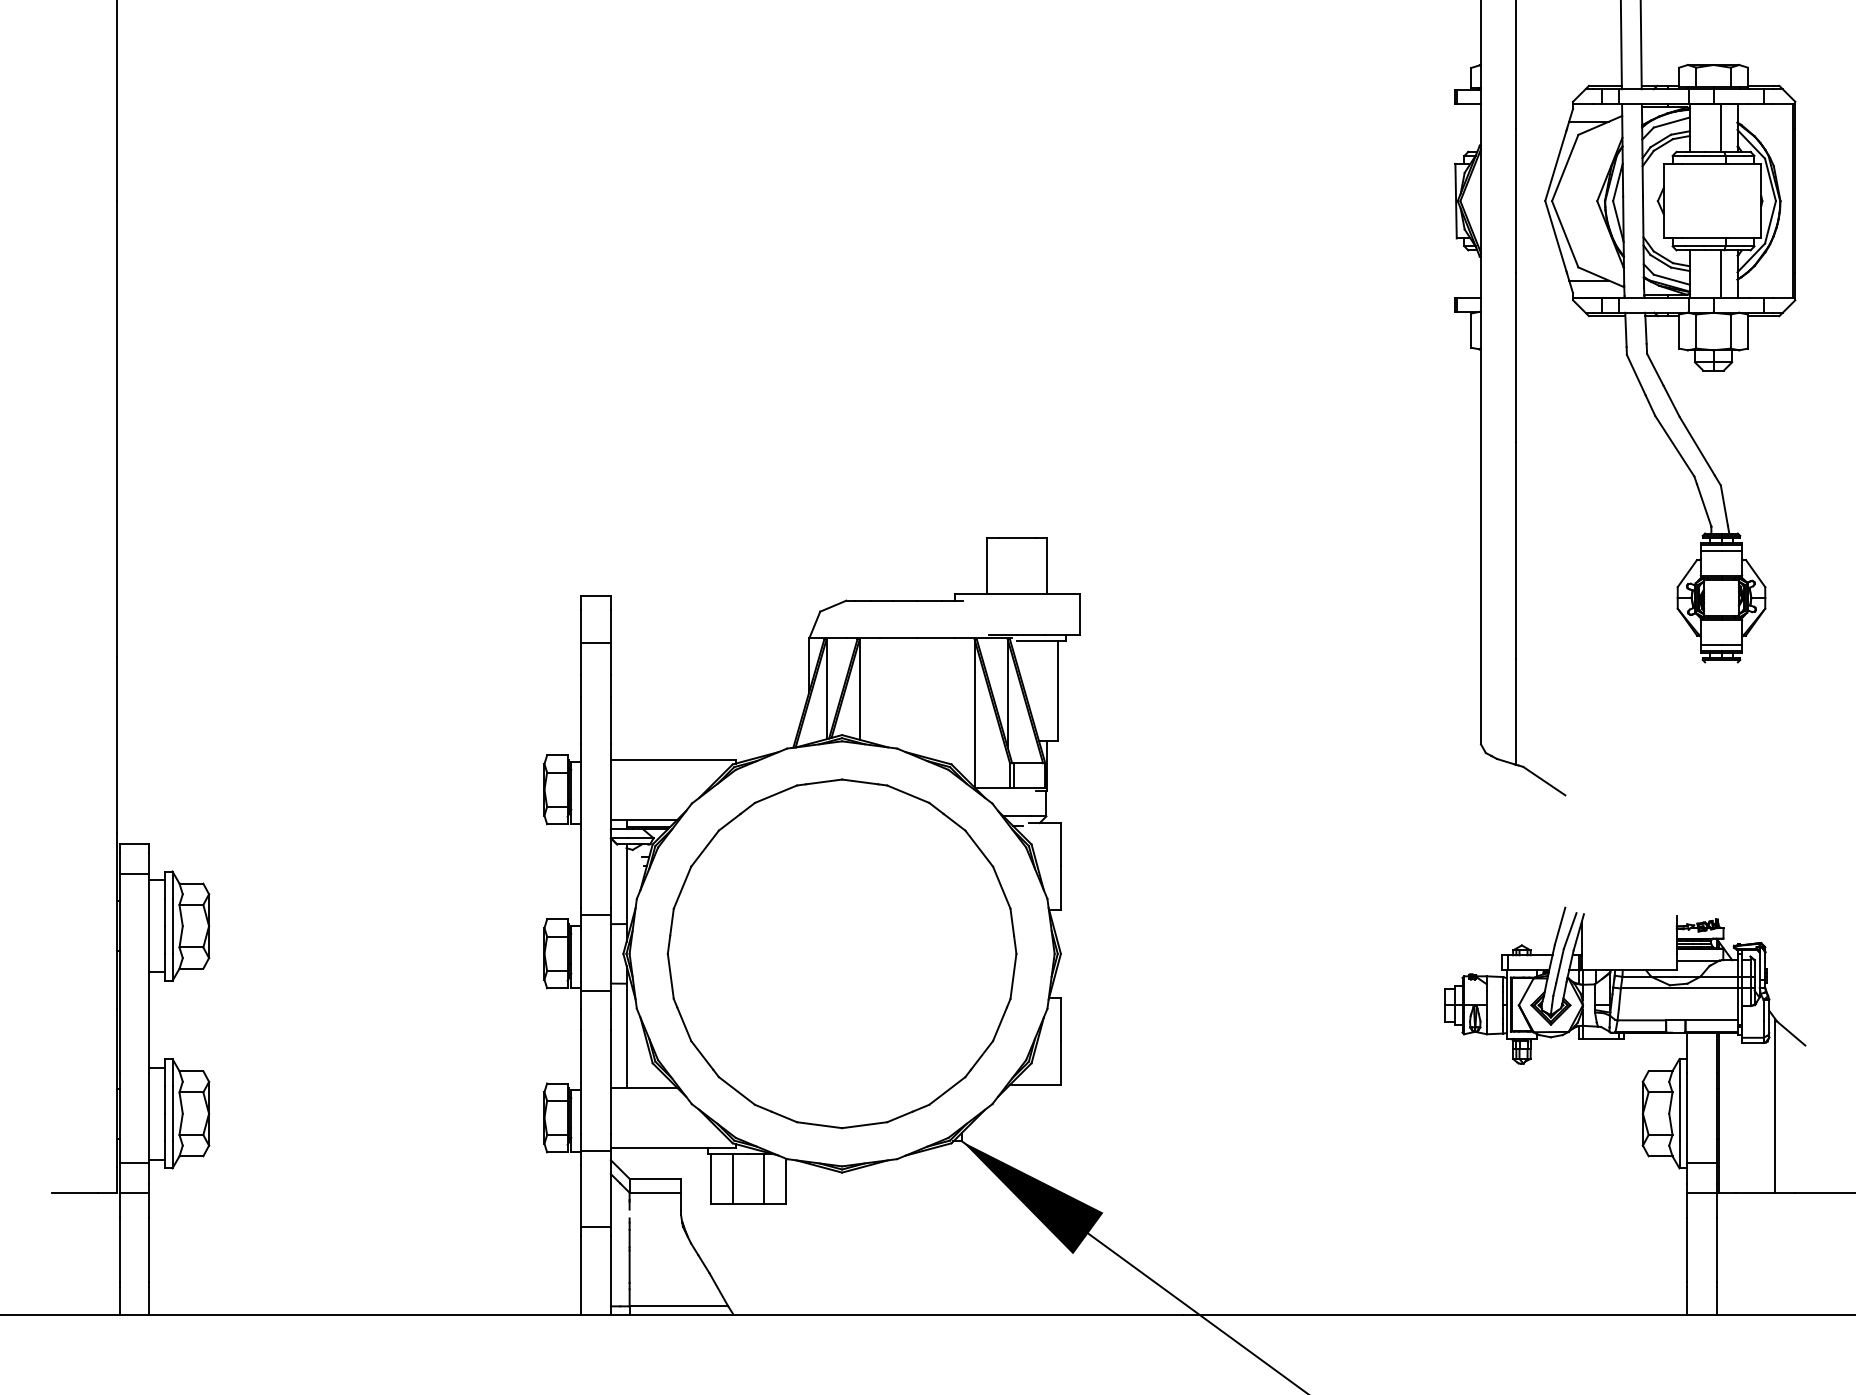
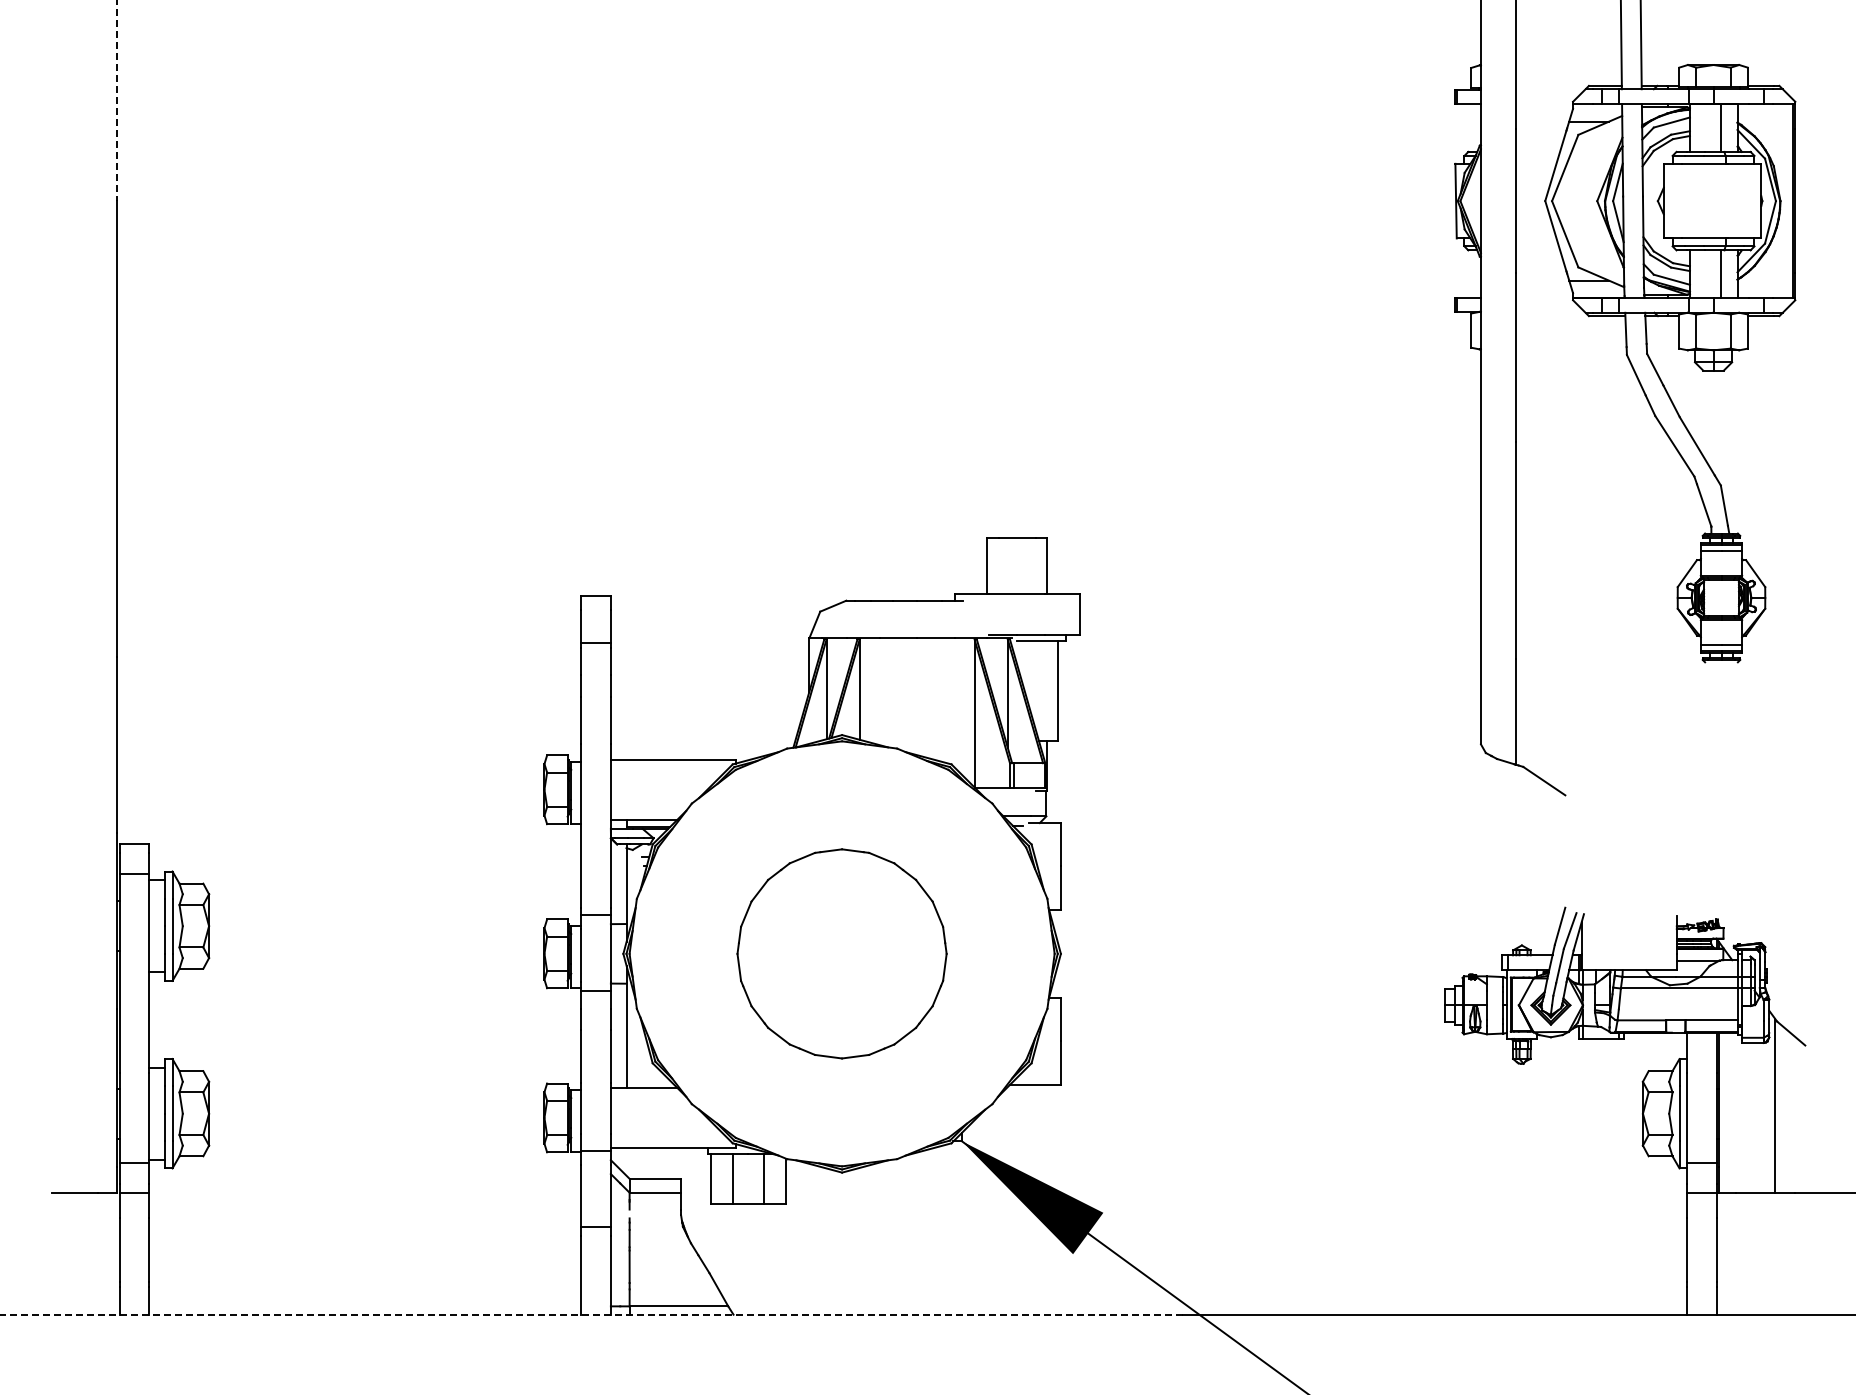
line at (117, 101): solid -> dashed
part at (841, 953) size: 352x352 px -> 212x212 px
line at (591, 1314): solid -> dashed
